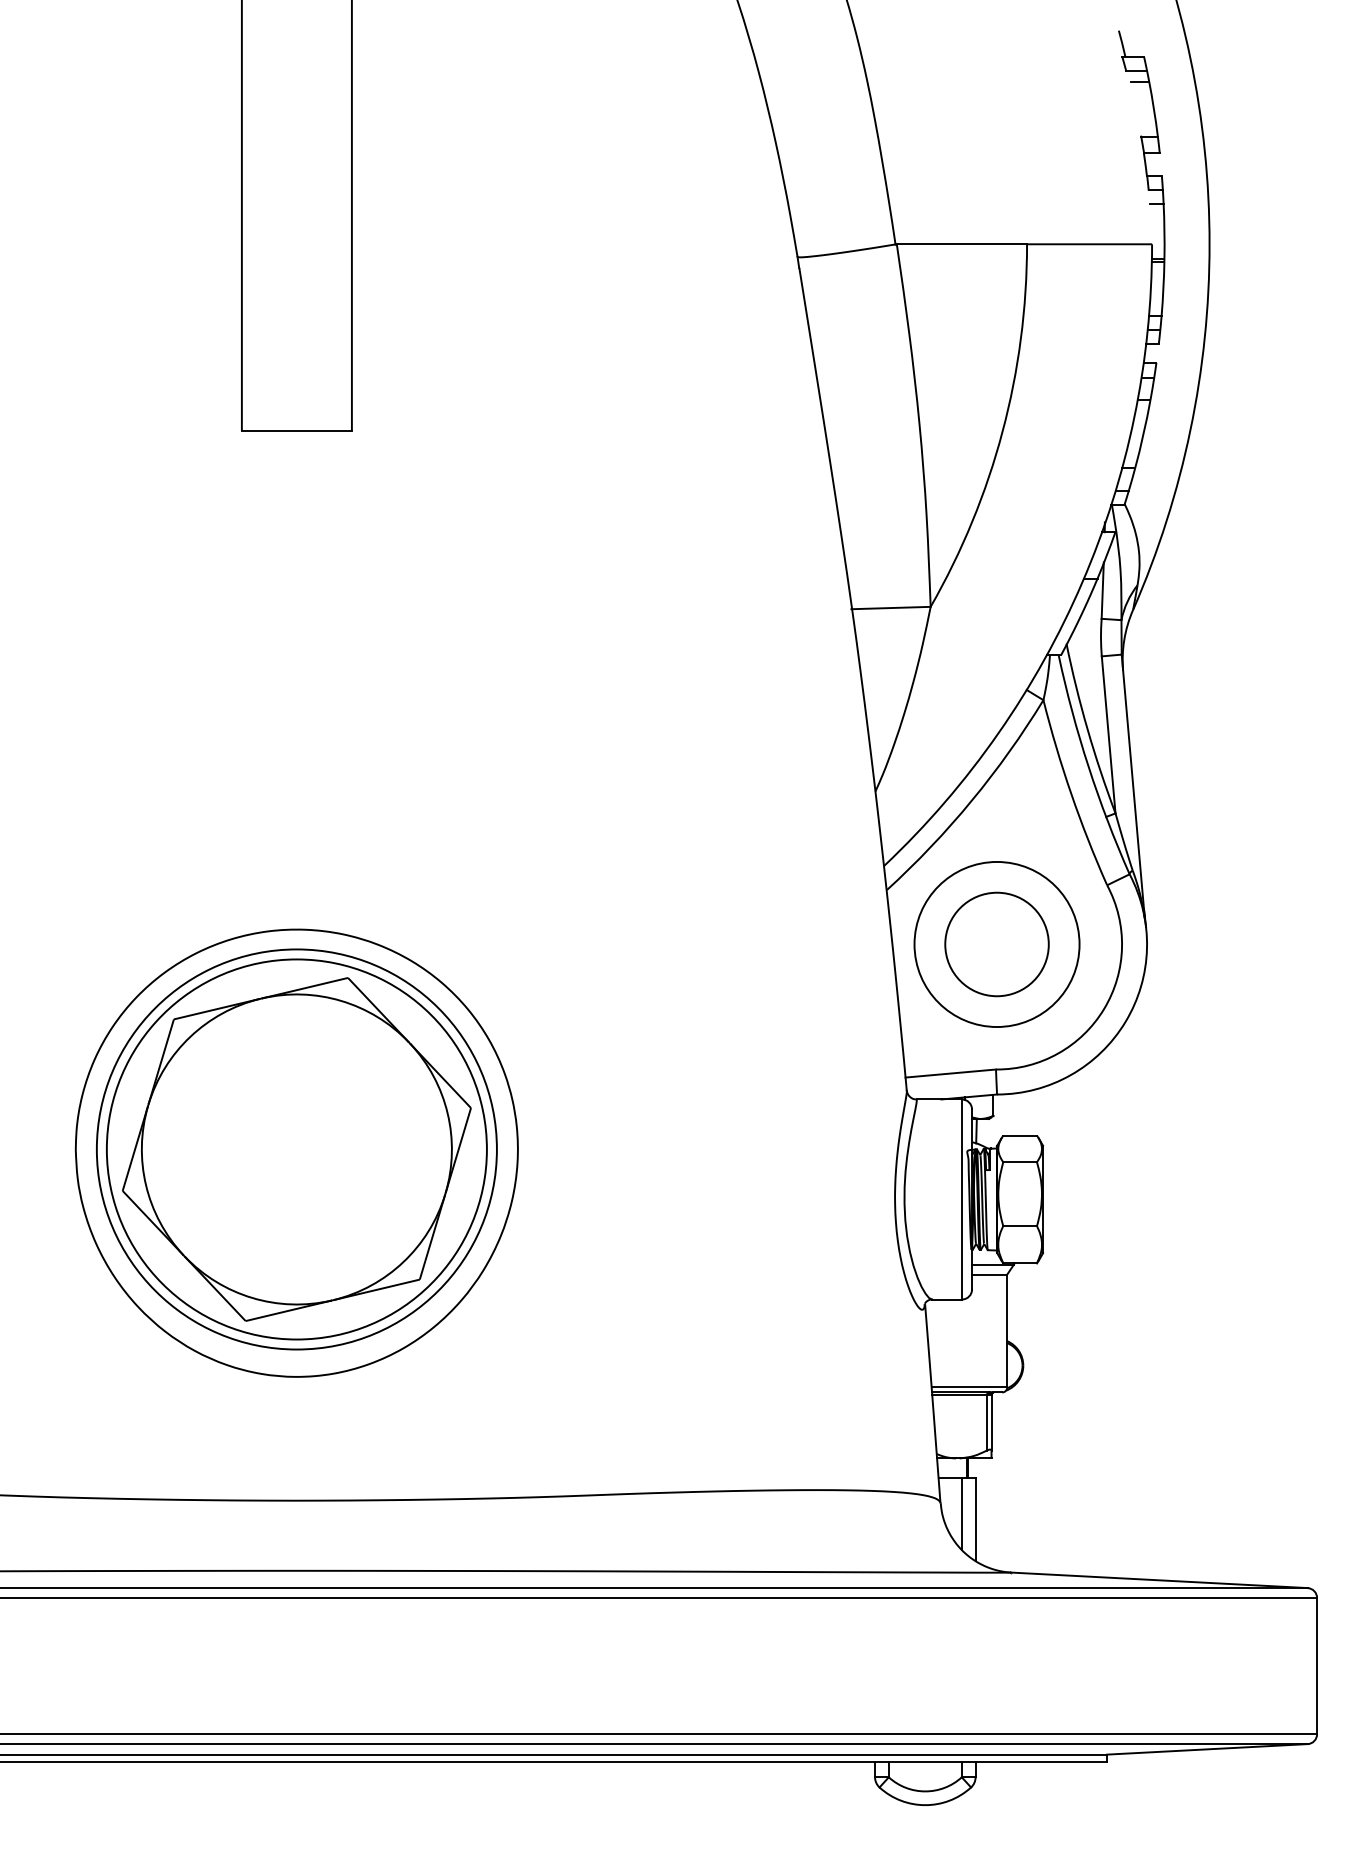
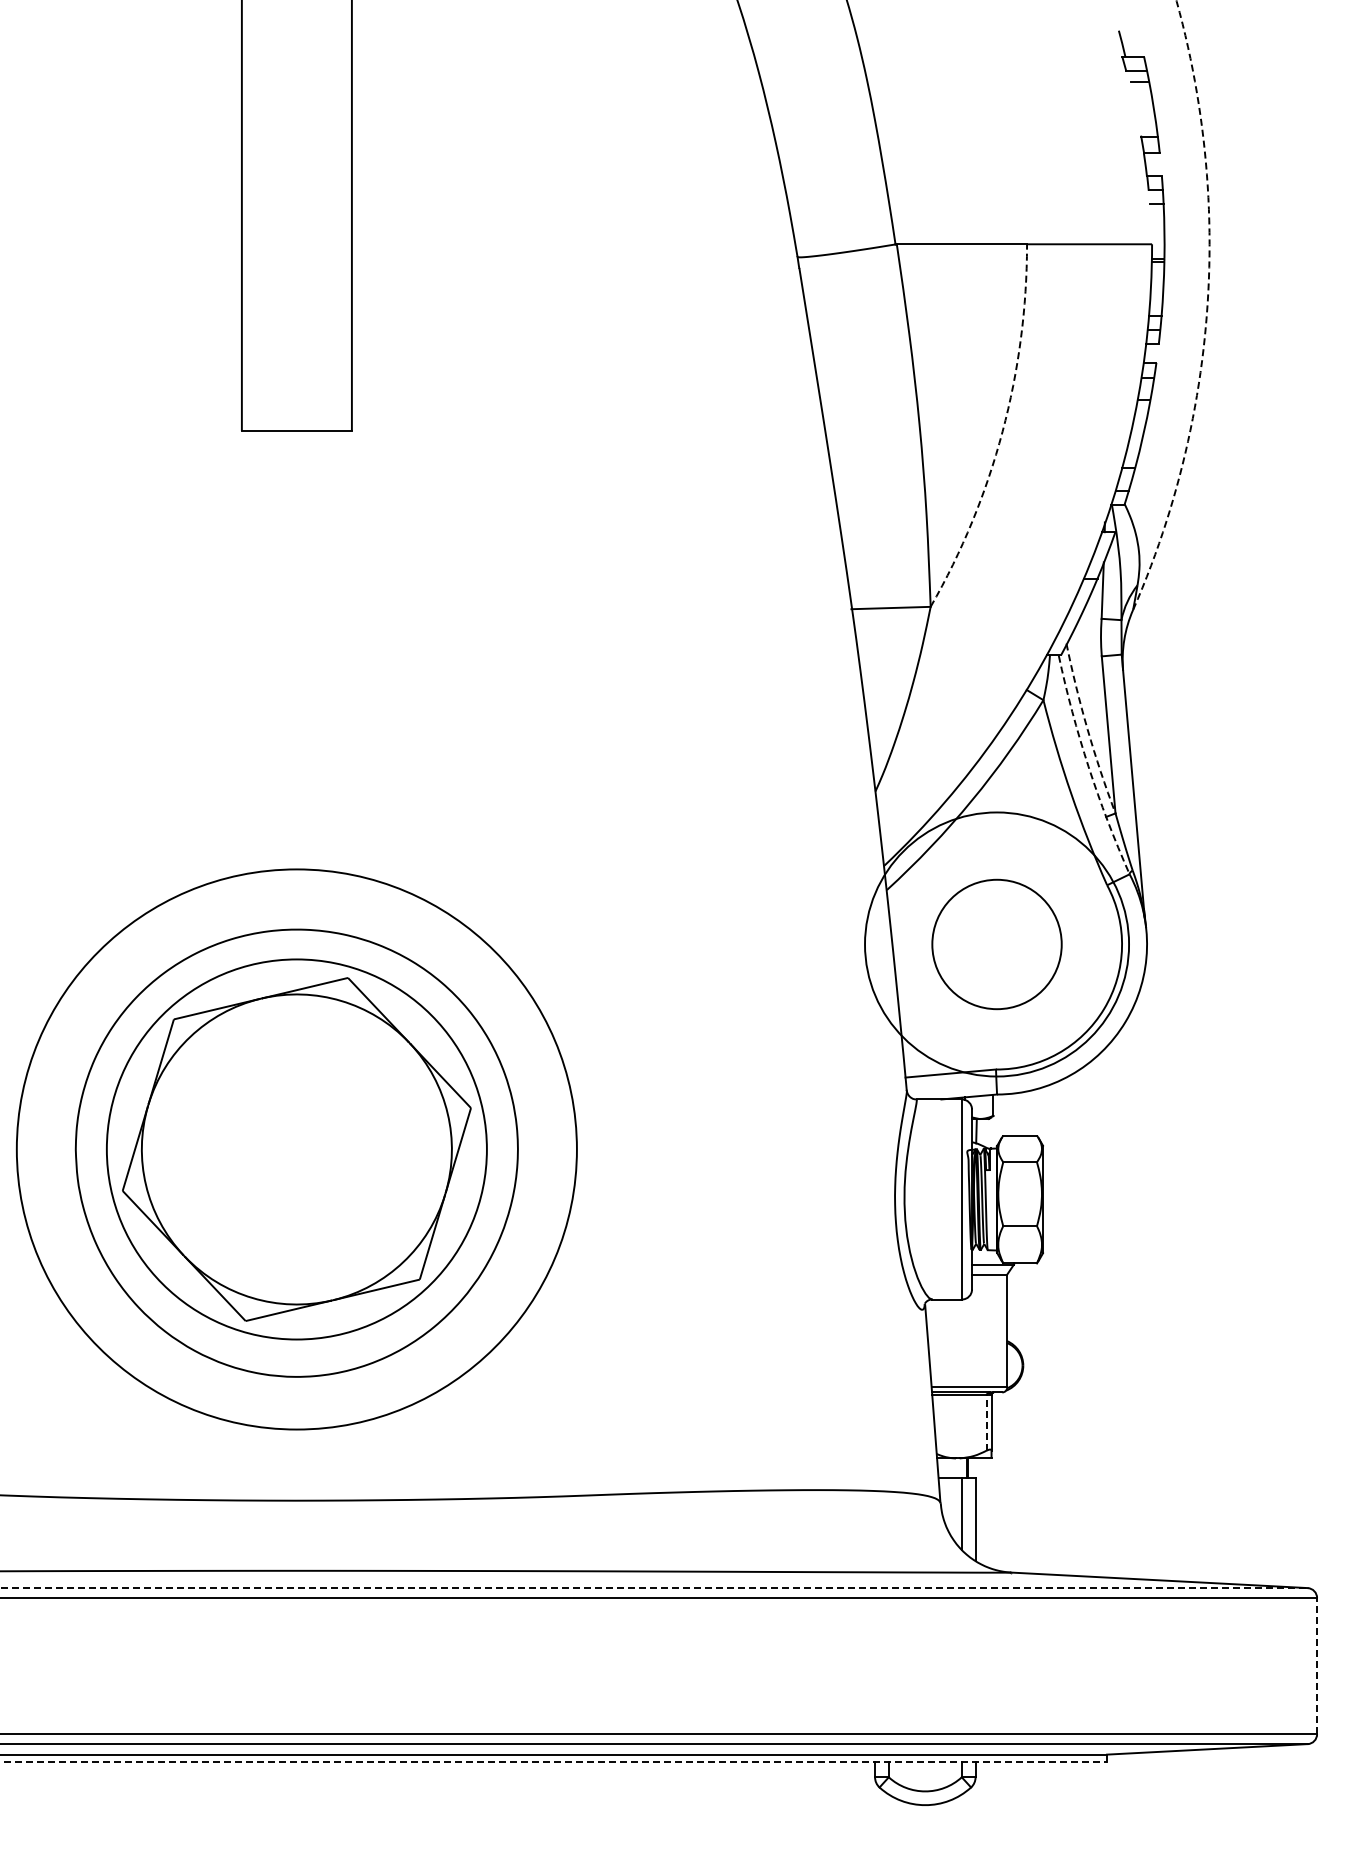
arc at (1206, 309): solid -> dashed
arc at (1002, 431): solid -> dashed
arc at (1087, 729): solid -> dashed
arc at (1088, 766): solid -> dashed
circle at (996, 944) diameter: 104 px -> 129 px
circle at (996, 944) diameter: 165 px -> 264 px
circle at (296, 1149) diameter: 400 px -> 560 px
line at (986, 1422): solid -> dashed
line at (654, 1588): solid -> dashed
line at (1317, 1665): solid -> dashed
line at (554, 1762): solid -> dashed
